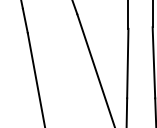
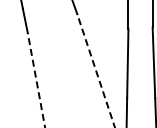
line at (96, 70): solid -> dashed
line at (36, 80): solid -> dashed
